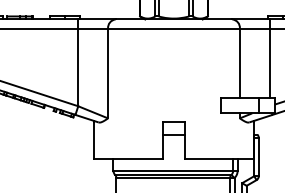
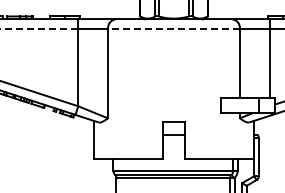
line at (39, 28): solid -> dashed
line at (174, 28): solid -> dashed
